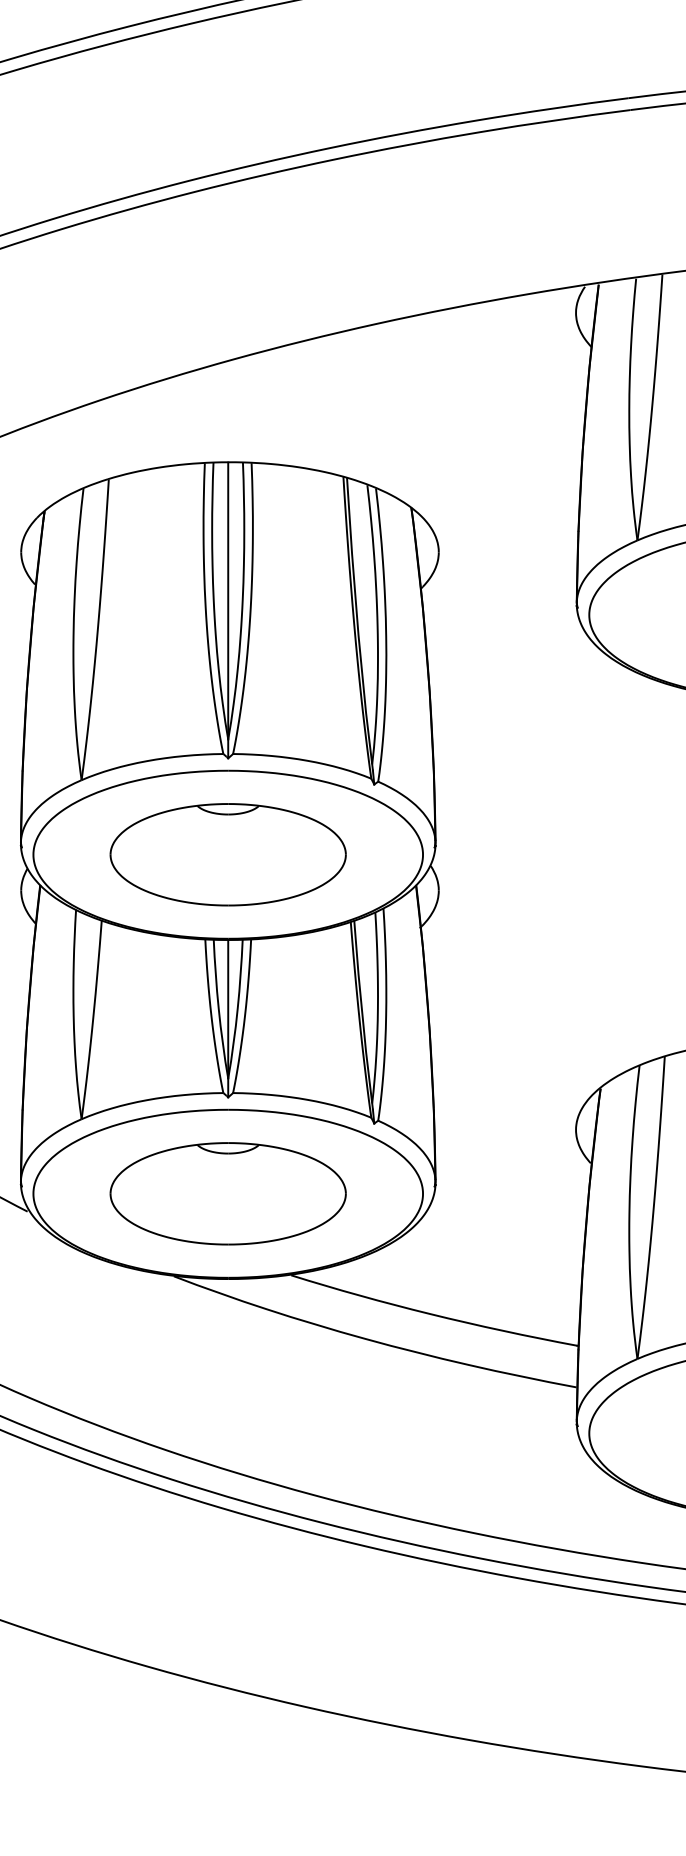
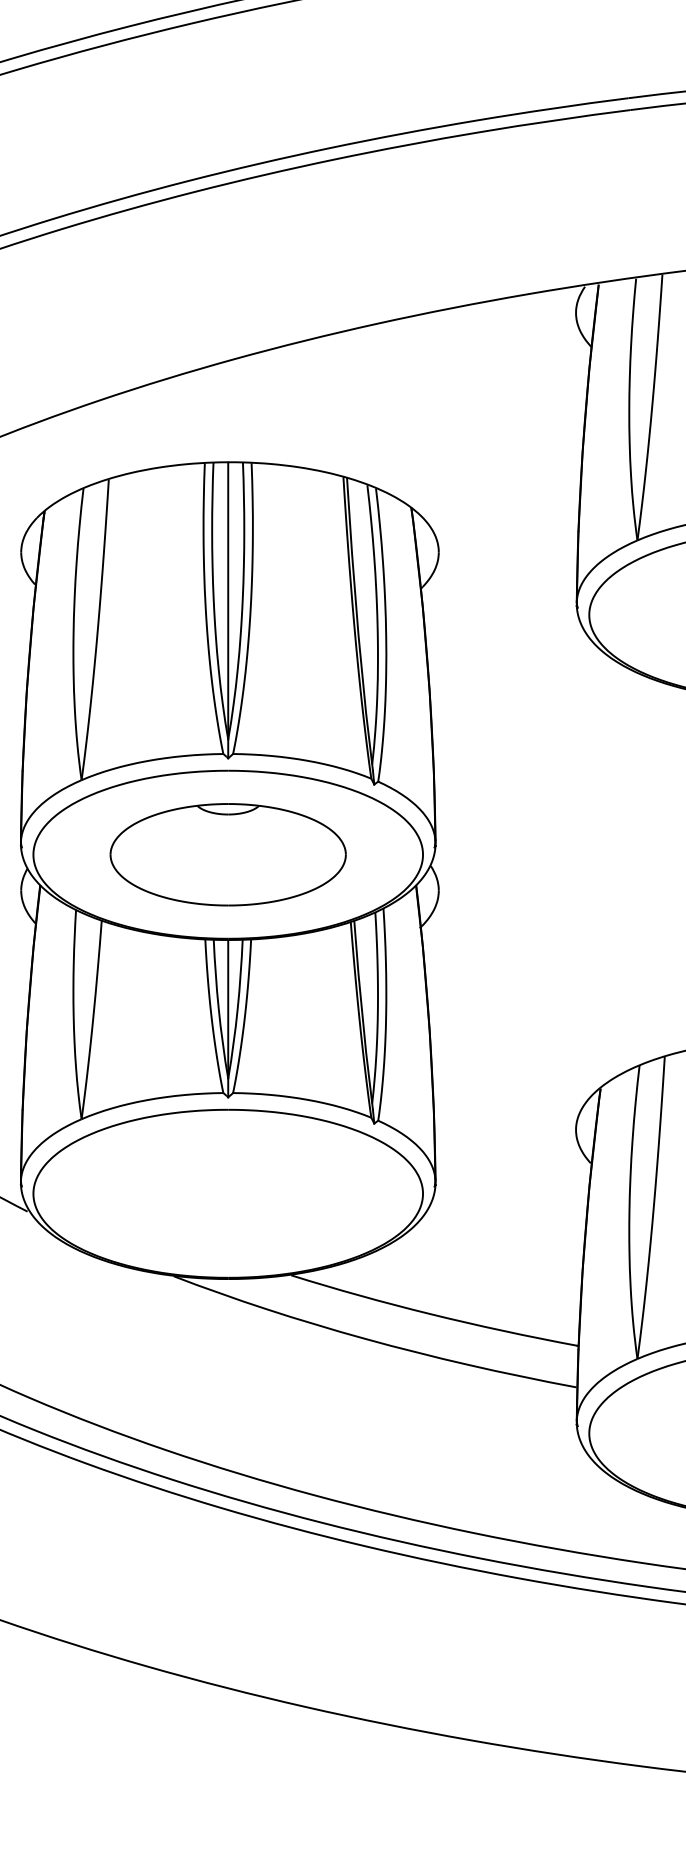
part at (227, 1193): present -> none
